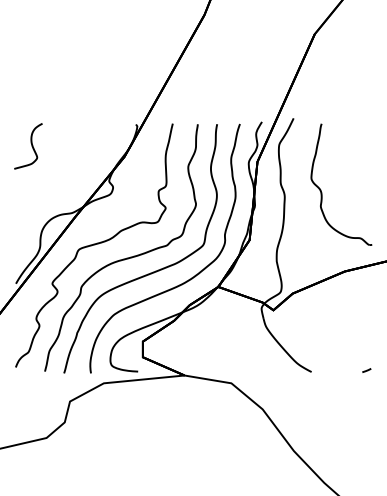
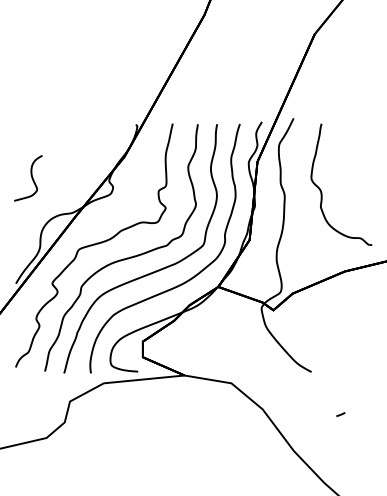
part at (28, 146) position: (28, 146) -> (28, 178)
curve at (366, 370) position: (366, 370) -> (340, 414)
